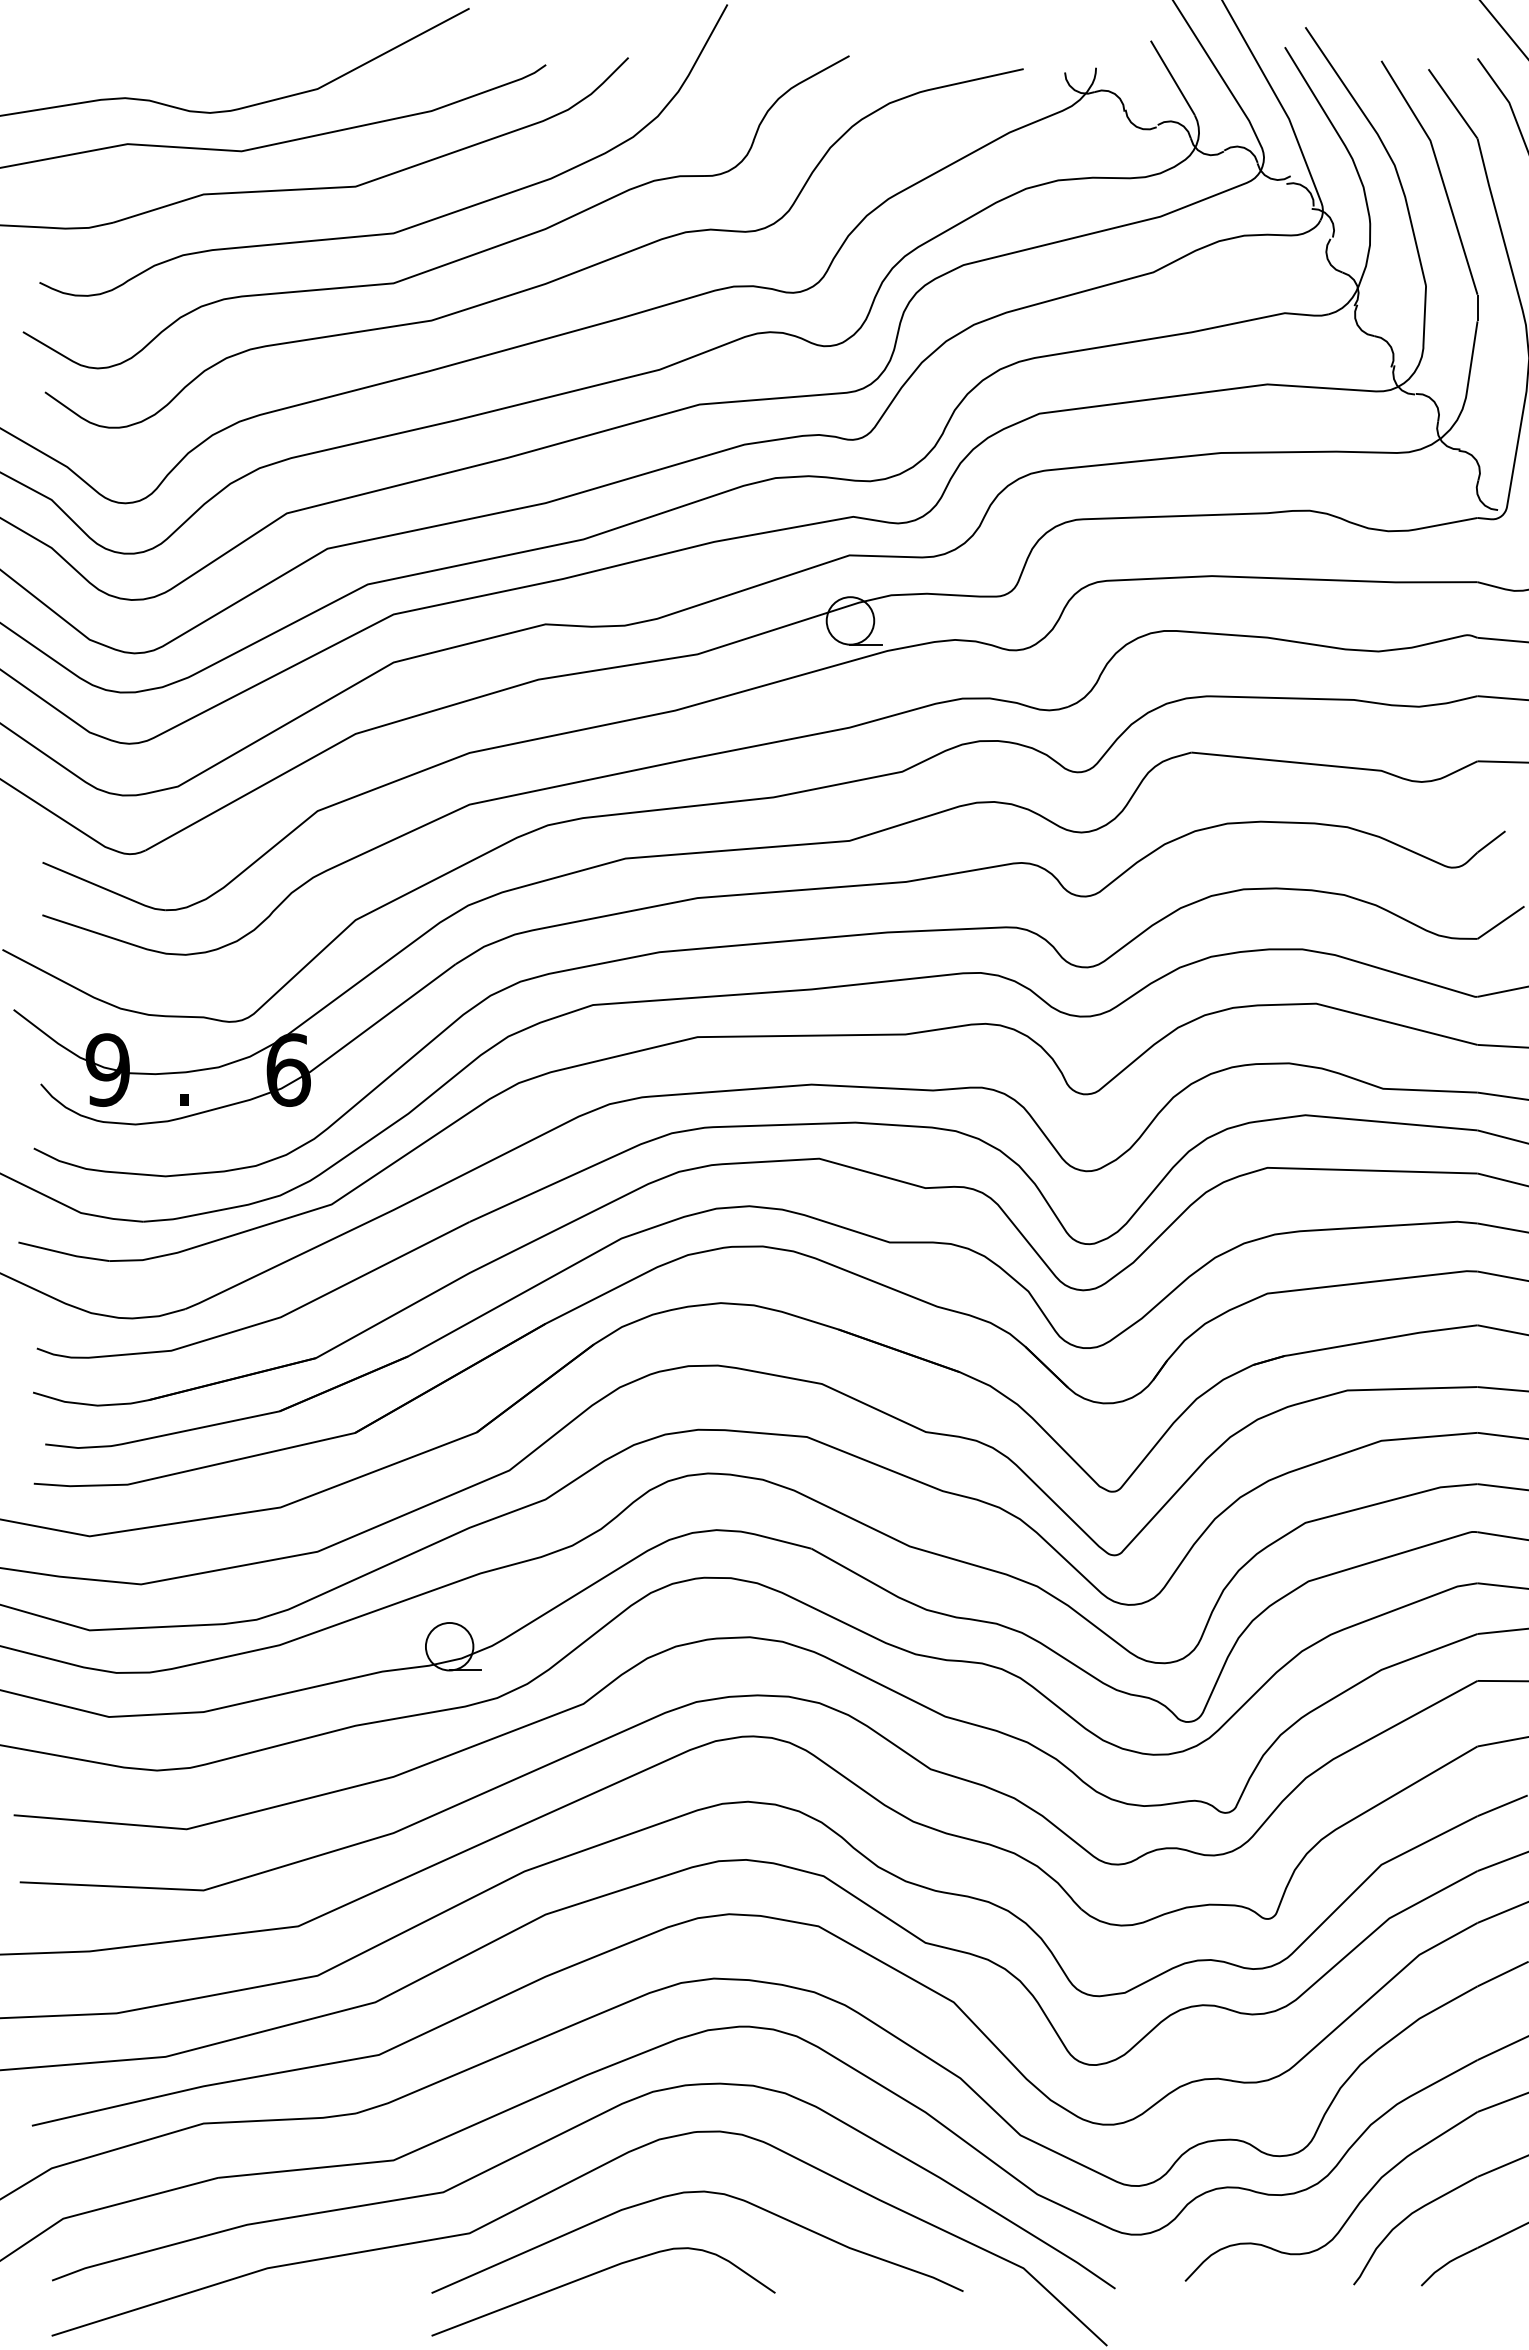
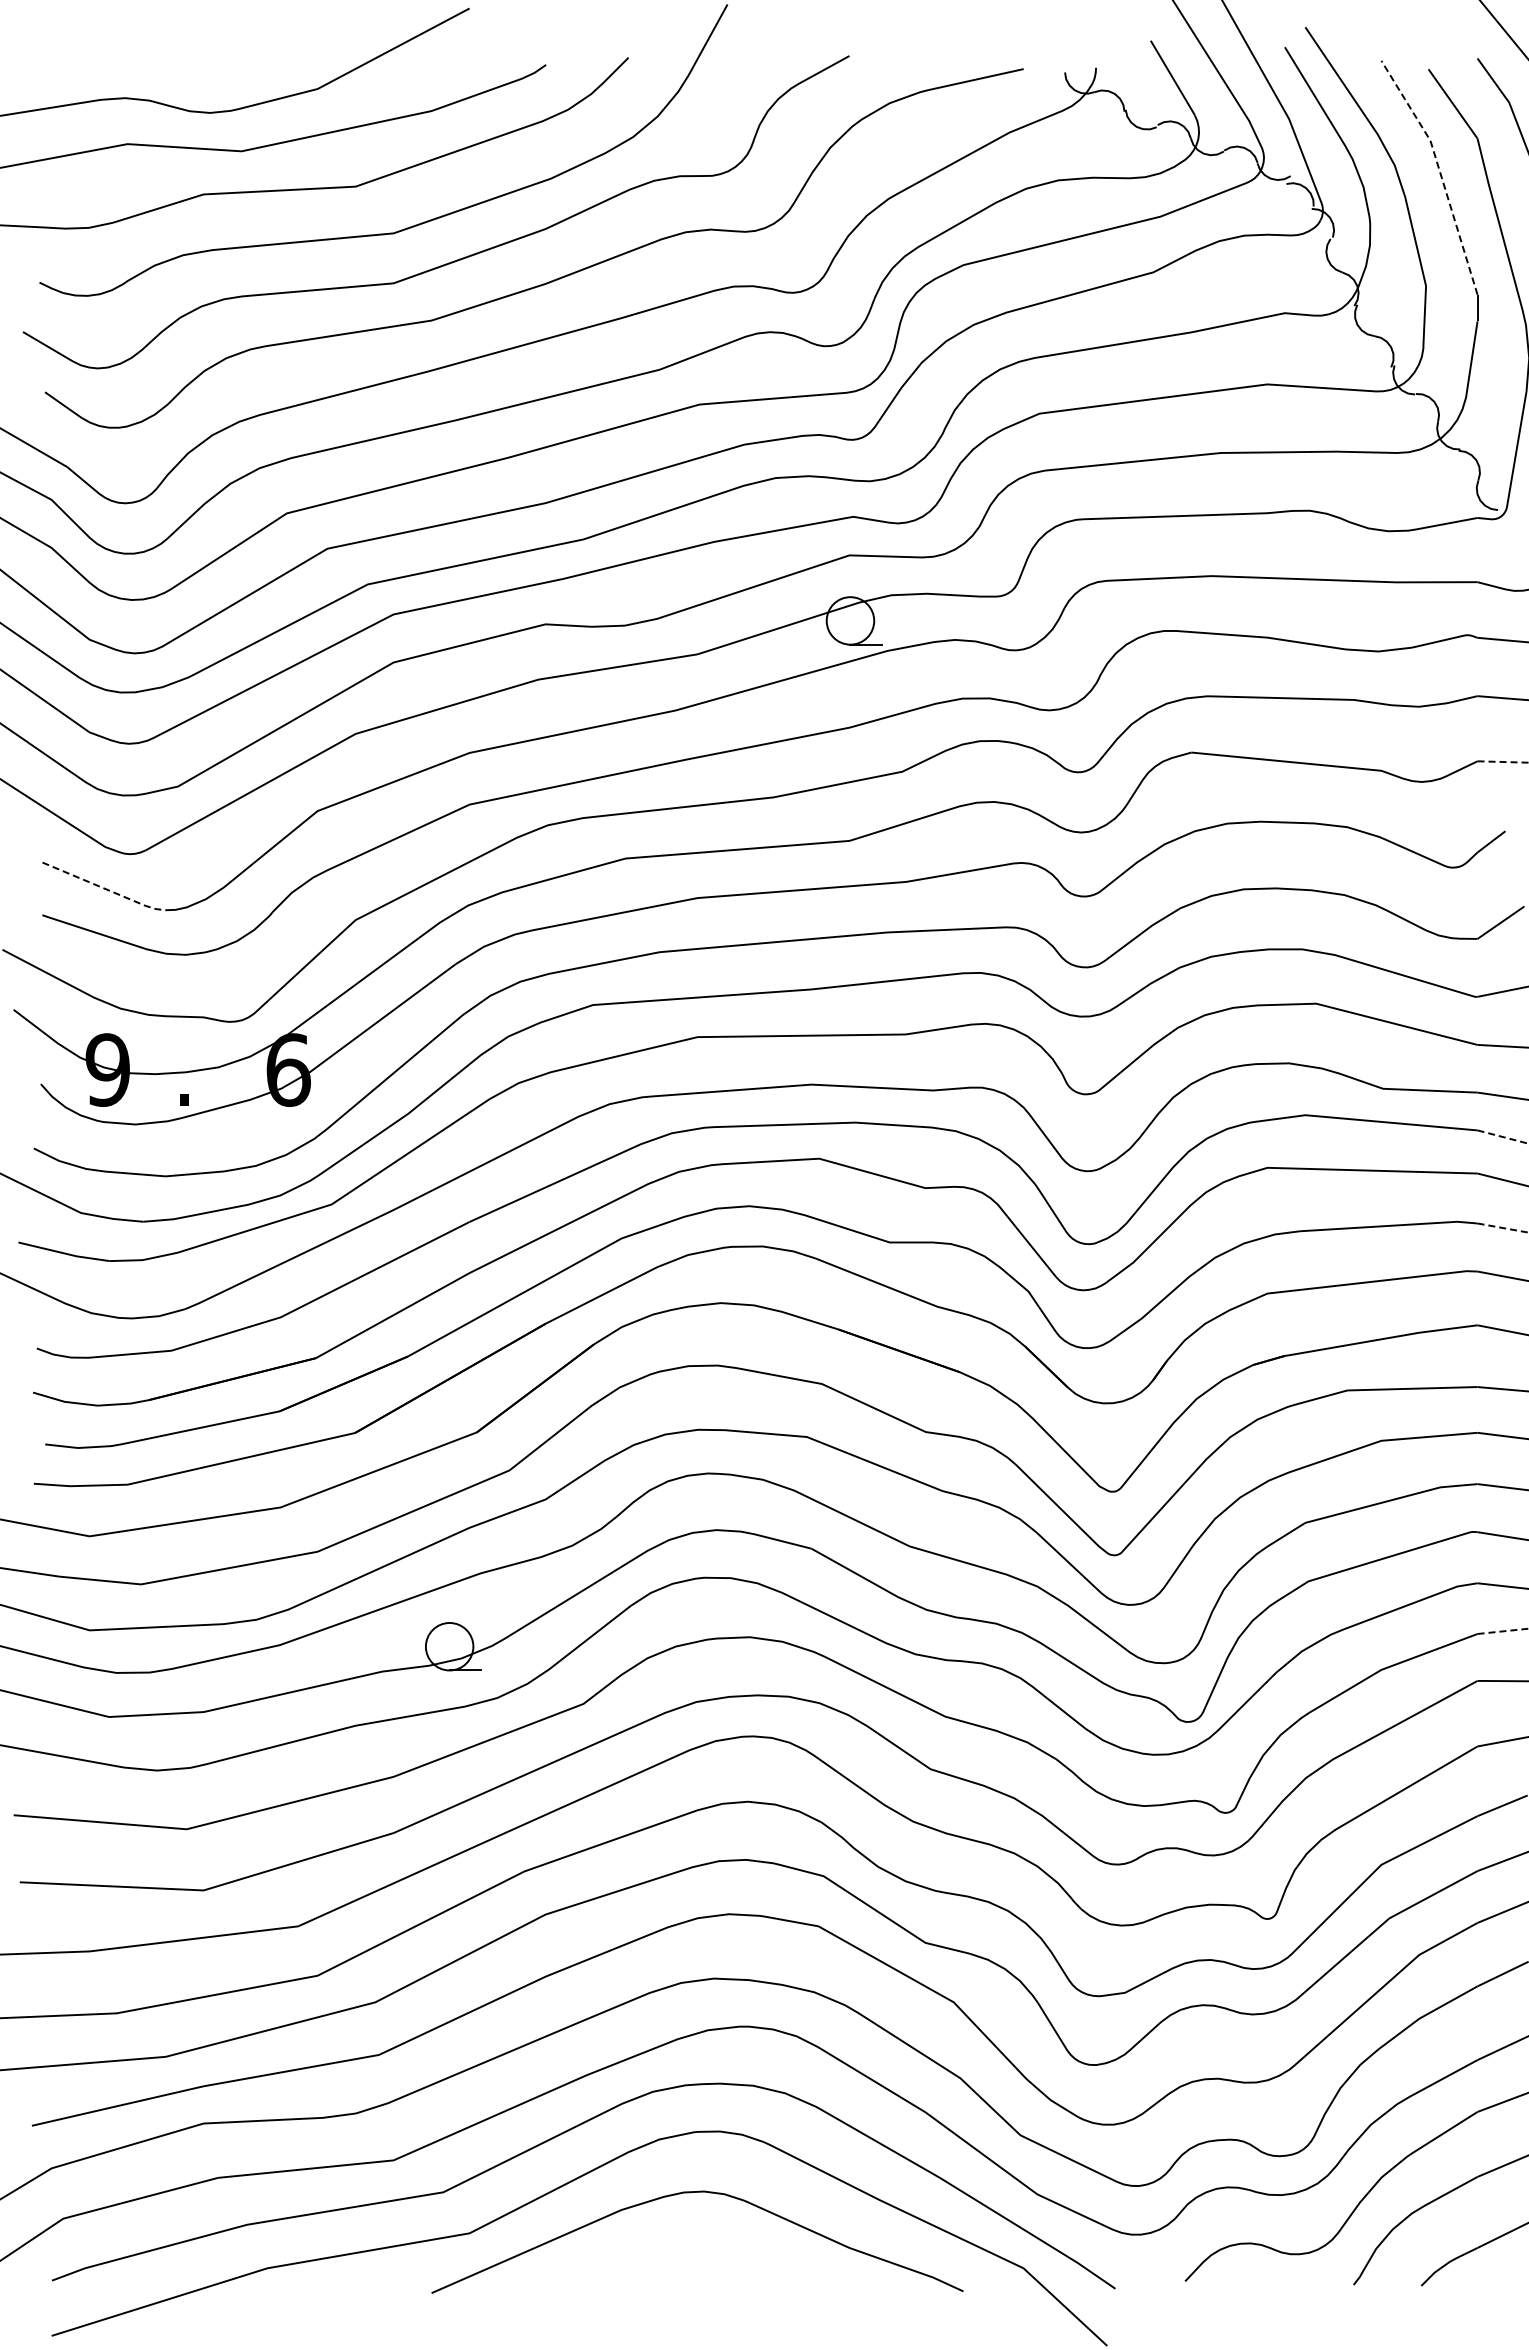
line at (1440, 172): solid -> dashed
line at (1503, 762): solid -> dashed
line at (104, 888): solid -> dashed
line at (1503, 1137): solid -> dashed
line at (1503, 1228): solid -> dashed
line at (1503, 1631): solid -> dashed
curve at (598, 2273): present -> none
